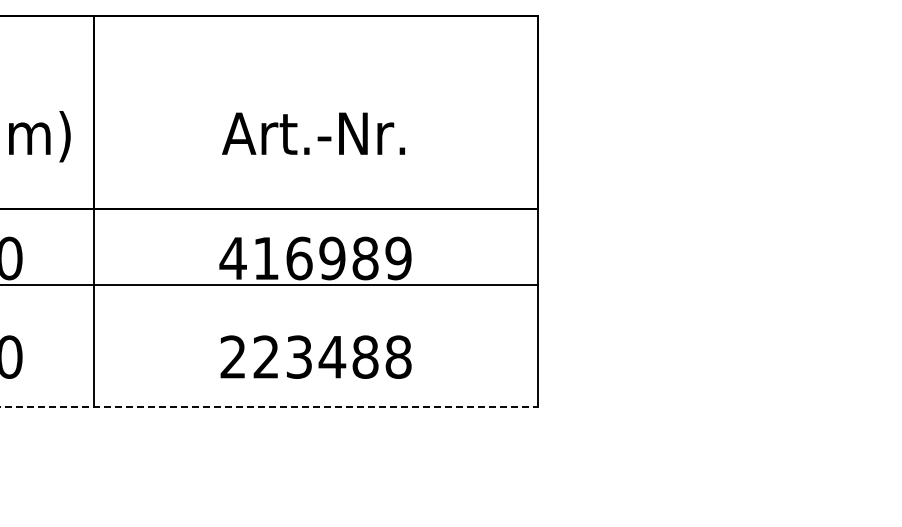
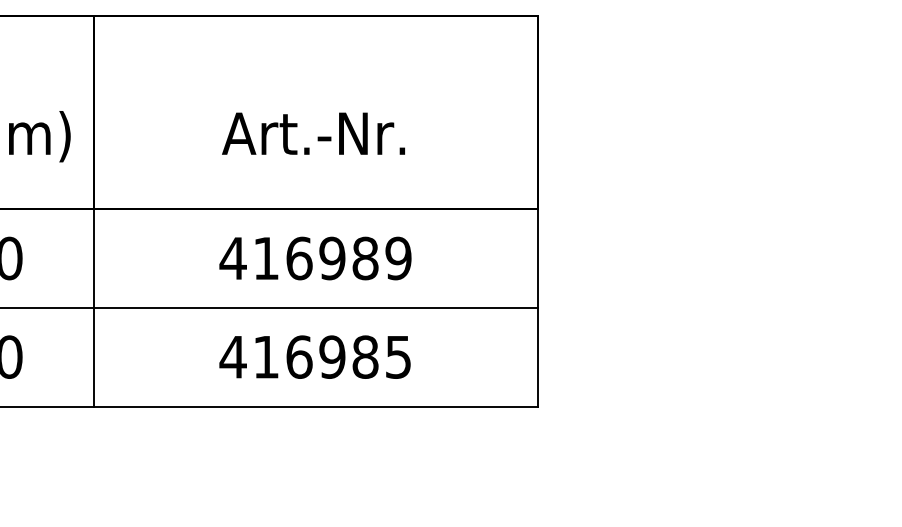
line at (269, 284) position: (269, 284) -> (269, 307)
text at (315, 356): 223488 -> 416985
line at (269, 406): dashed -> solid
